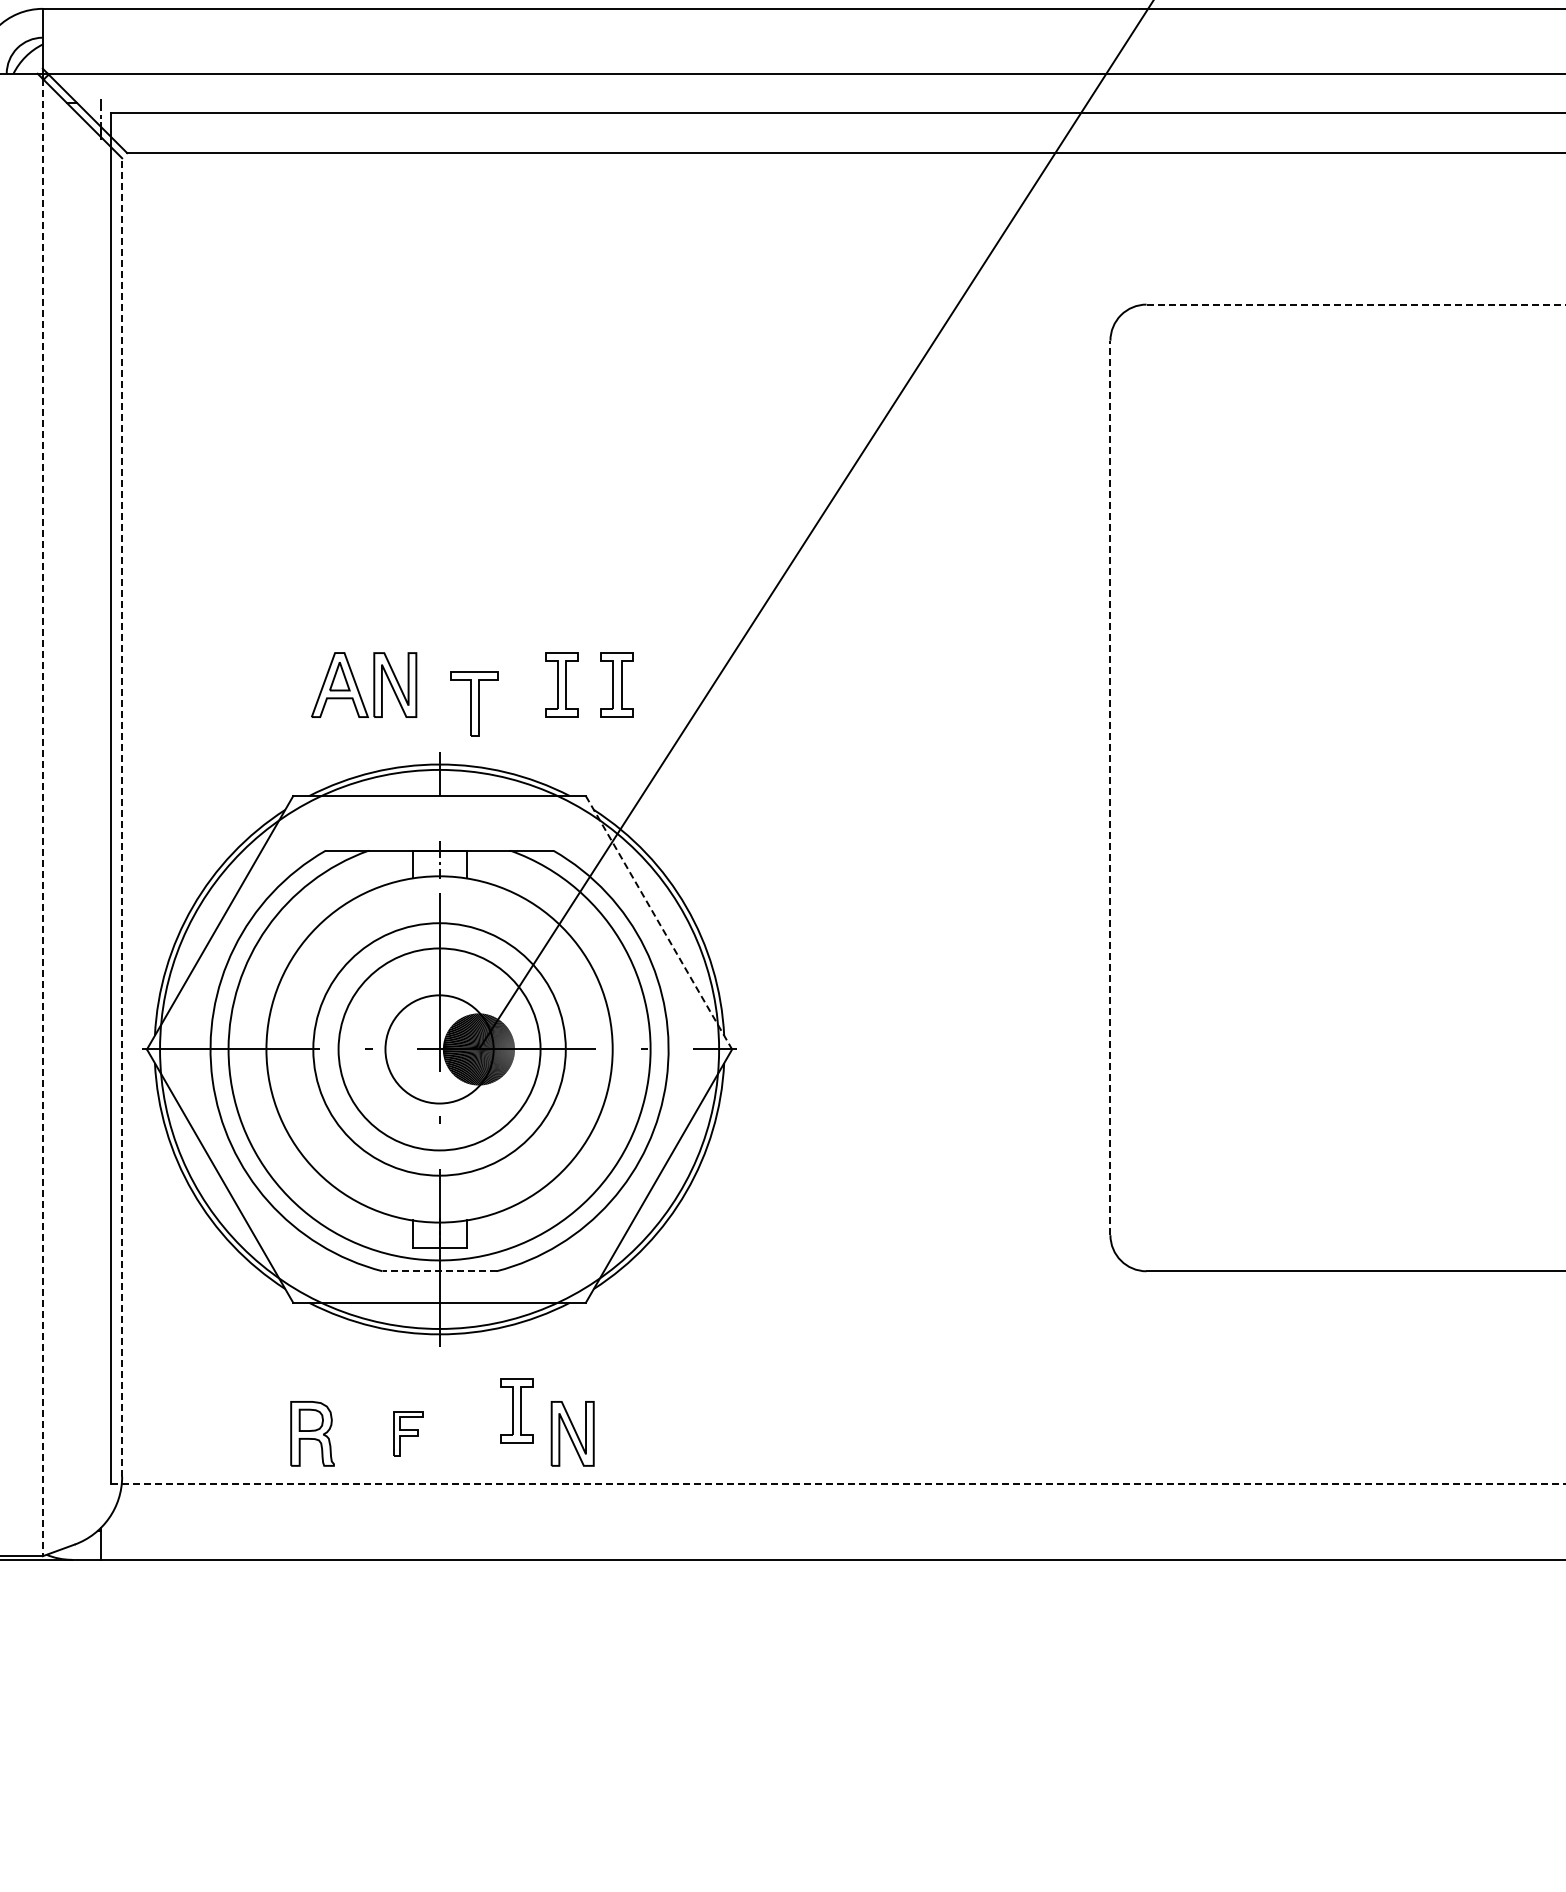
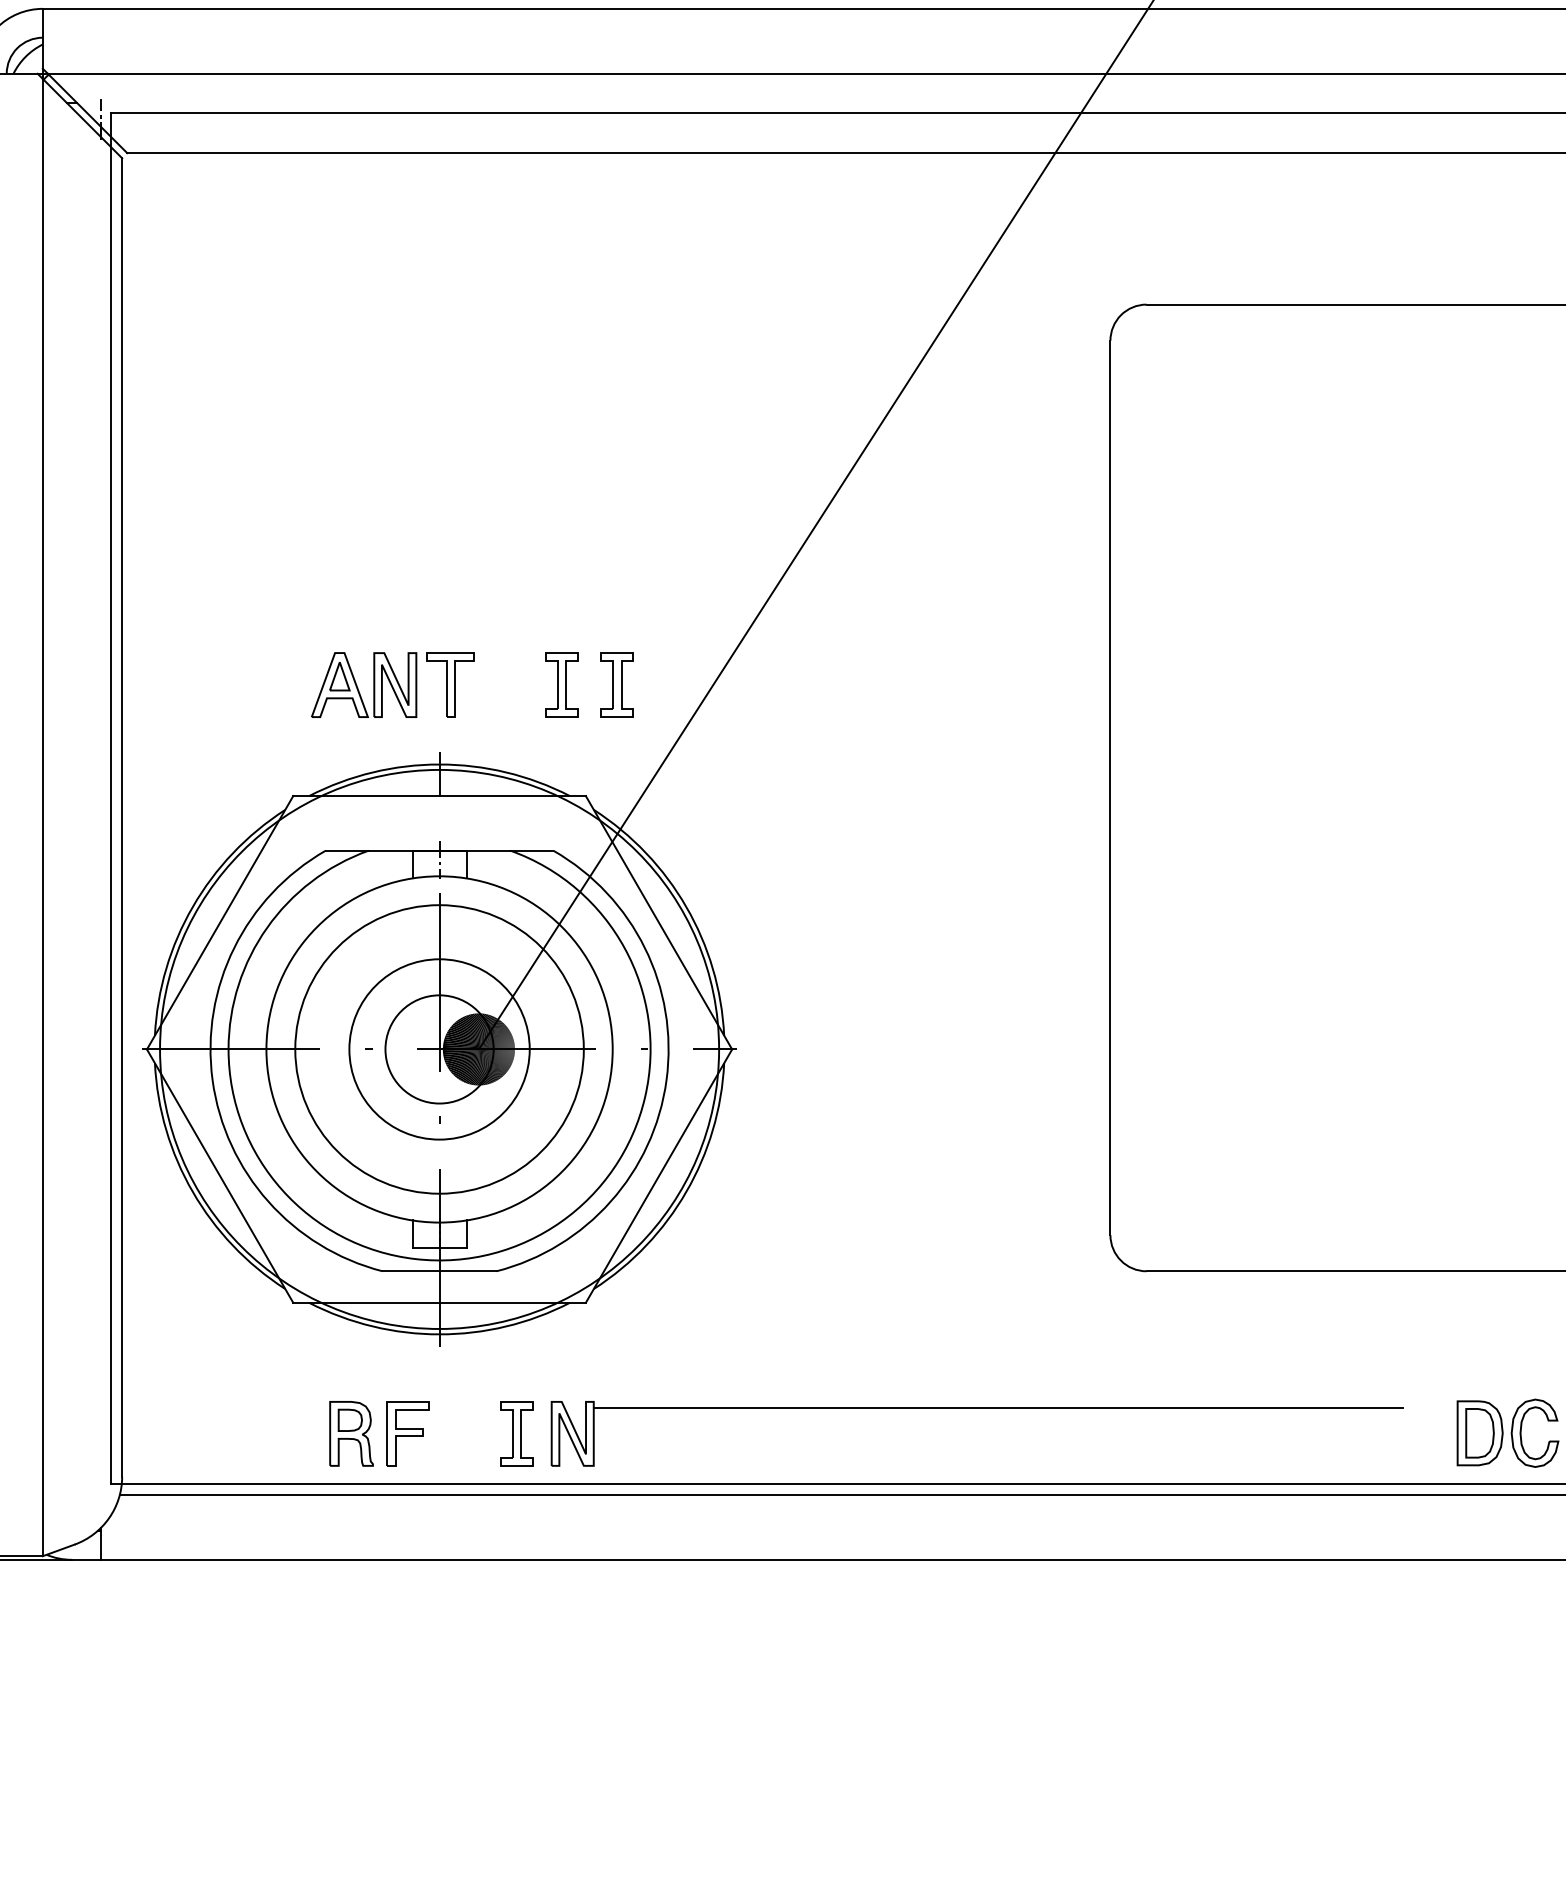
line at (1356, 304): dashed -> solid
part at (474, 703) position: (474, 703) -> (450, 684)
line at (1110, 787): dashed -> solid
line at (42, 817): dashed -> solid
line at (122, 817): dashed -> solid
line at (659, 923): dashed -> solid
circle at (439, 1049) diameter: 202 px -> 289 px
circle at (439, 1049) diameter: 252 px -> 180 px
line at (439, 1271): dashed -> solid
line at (998, 1407): none -> present
part at (516, 1410) position: (516, 1410) -> (516, 1433)
part at (1507, 1432): none -> present
part at (312, 1433) position: (312, 1433) -> (351, 1433)
part at (408, 1433) size: 31x46 px -> 44x66 px
line at (839, 1484): dashed -> solid
line at (840, 1494): none -> present
